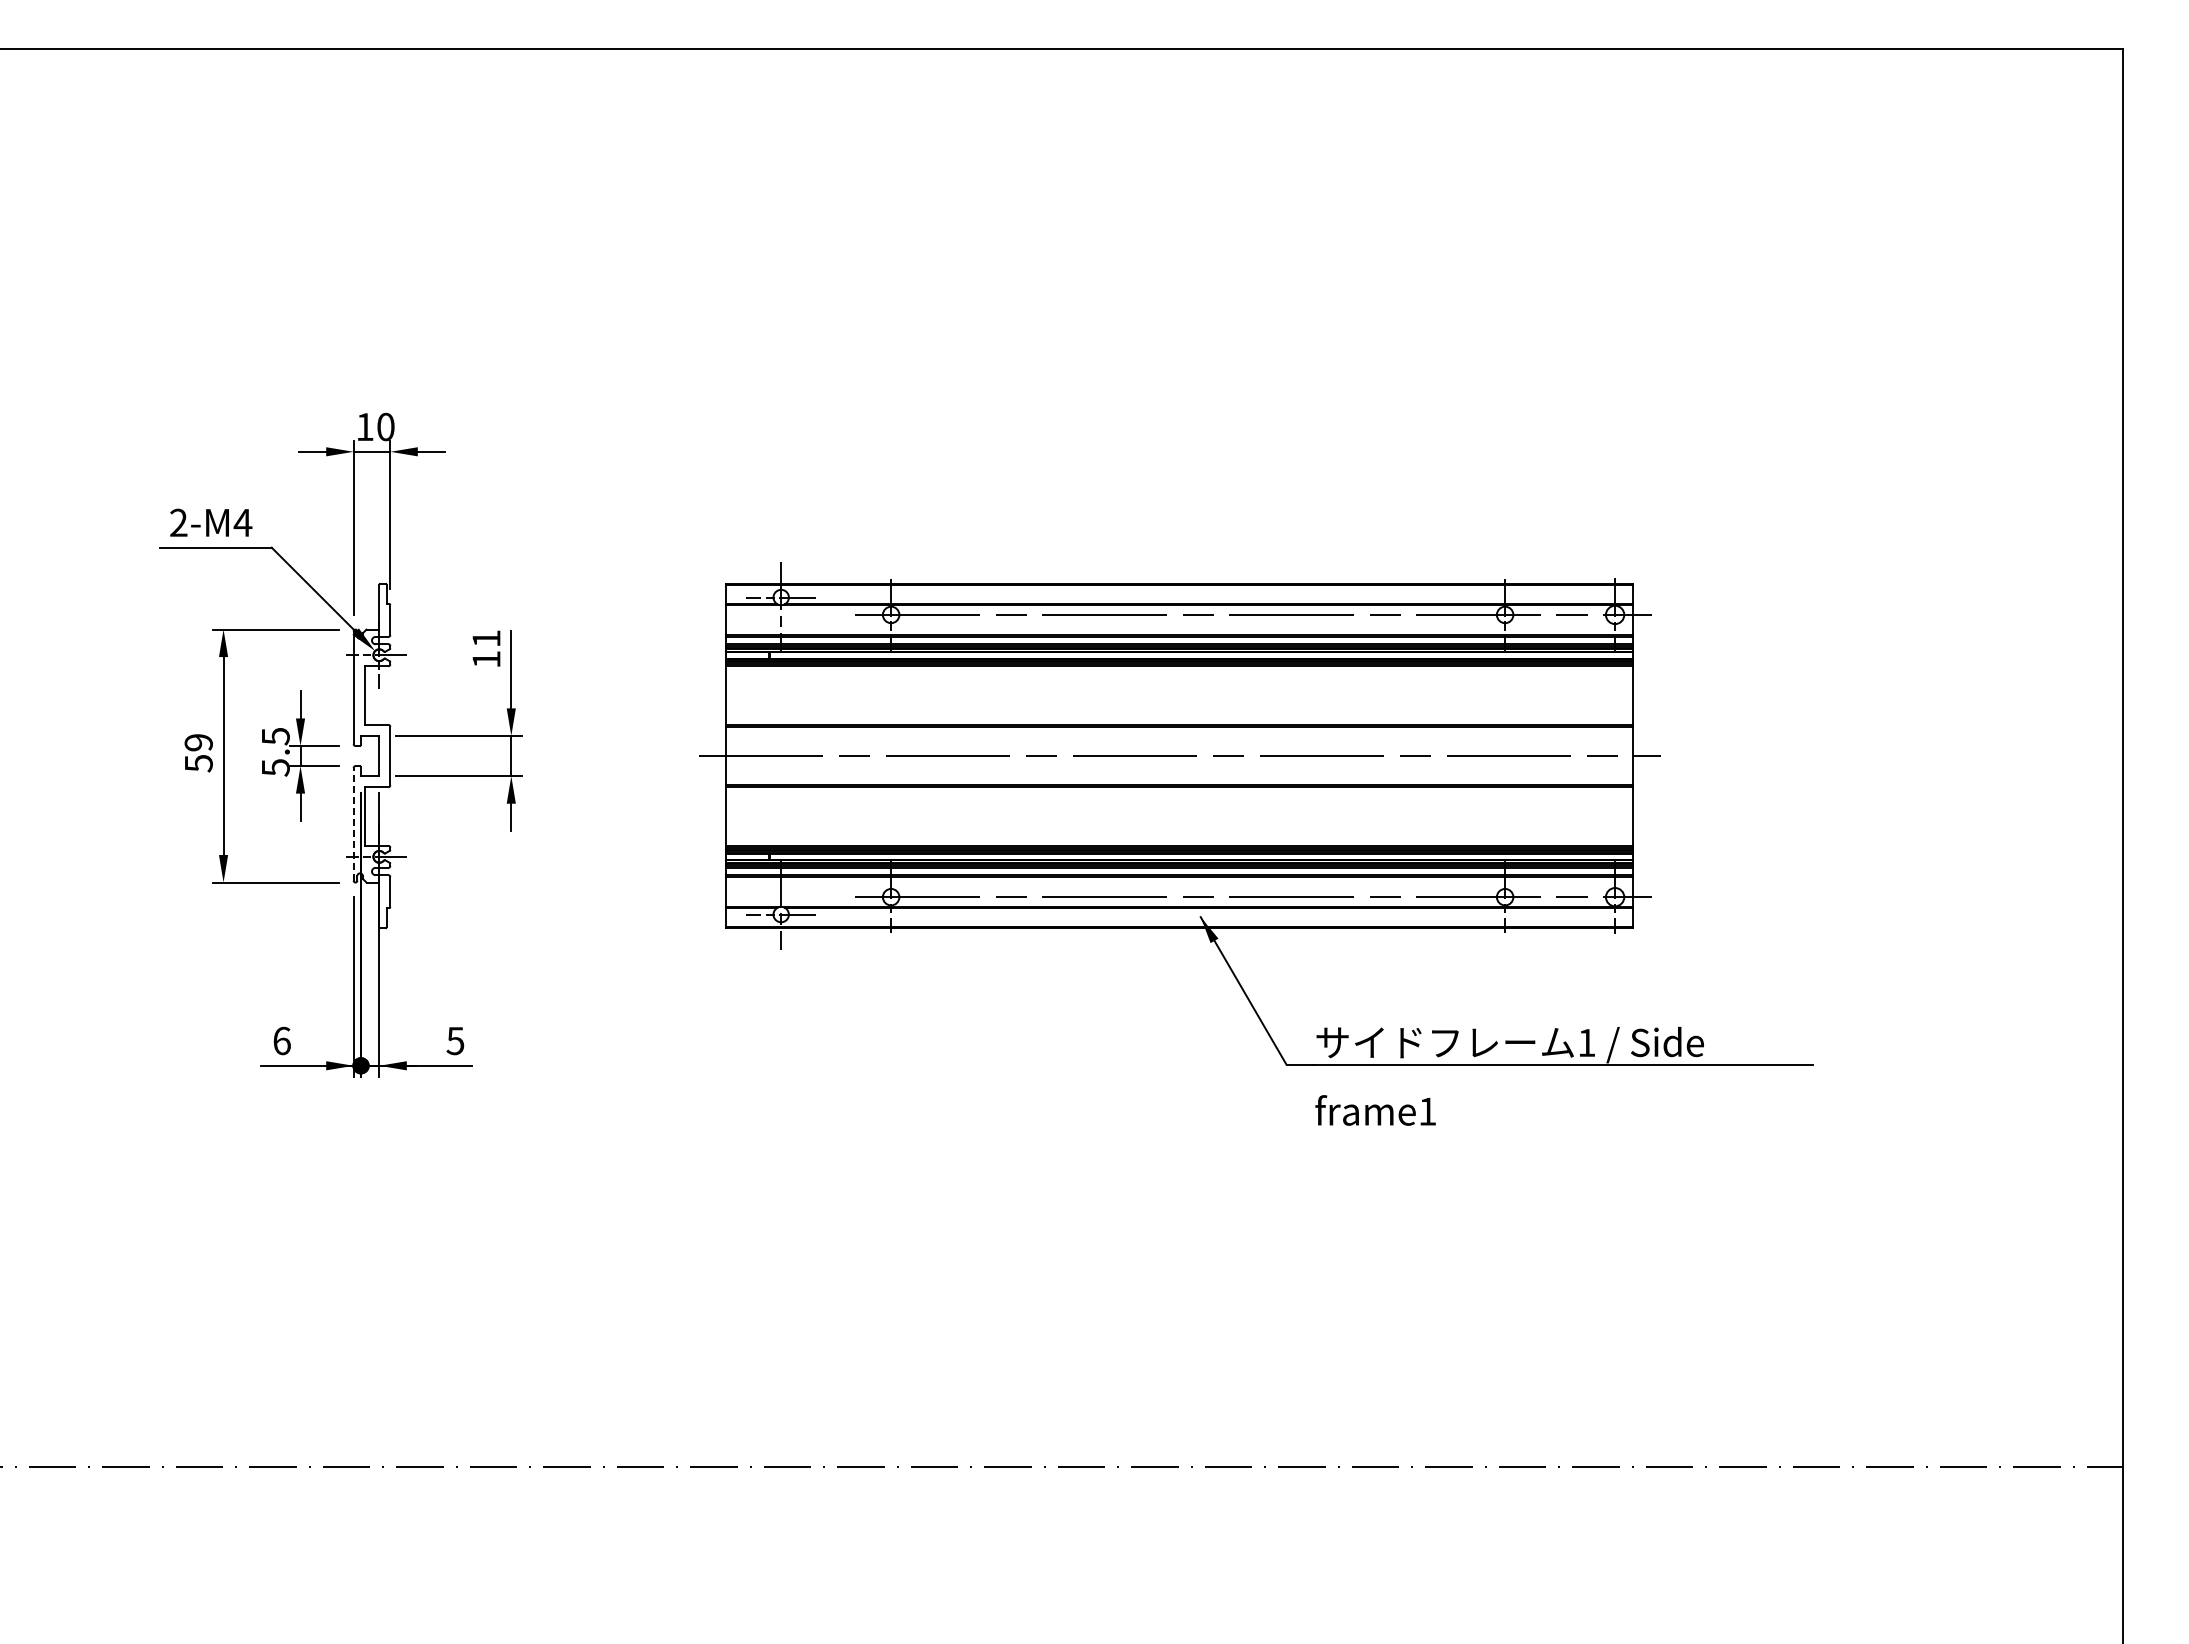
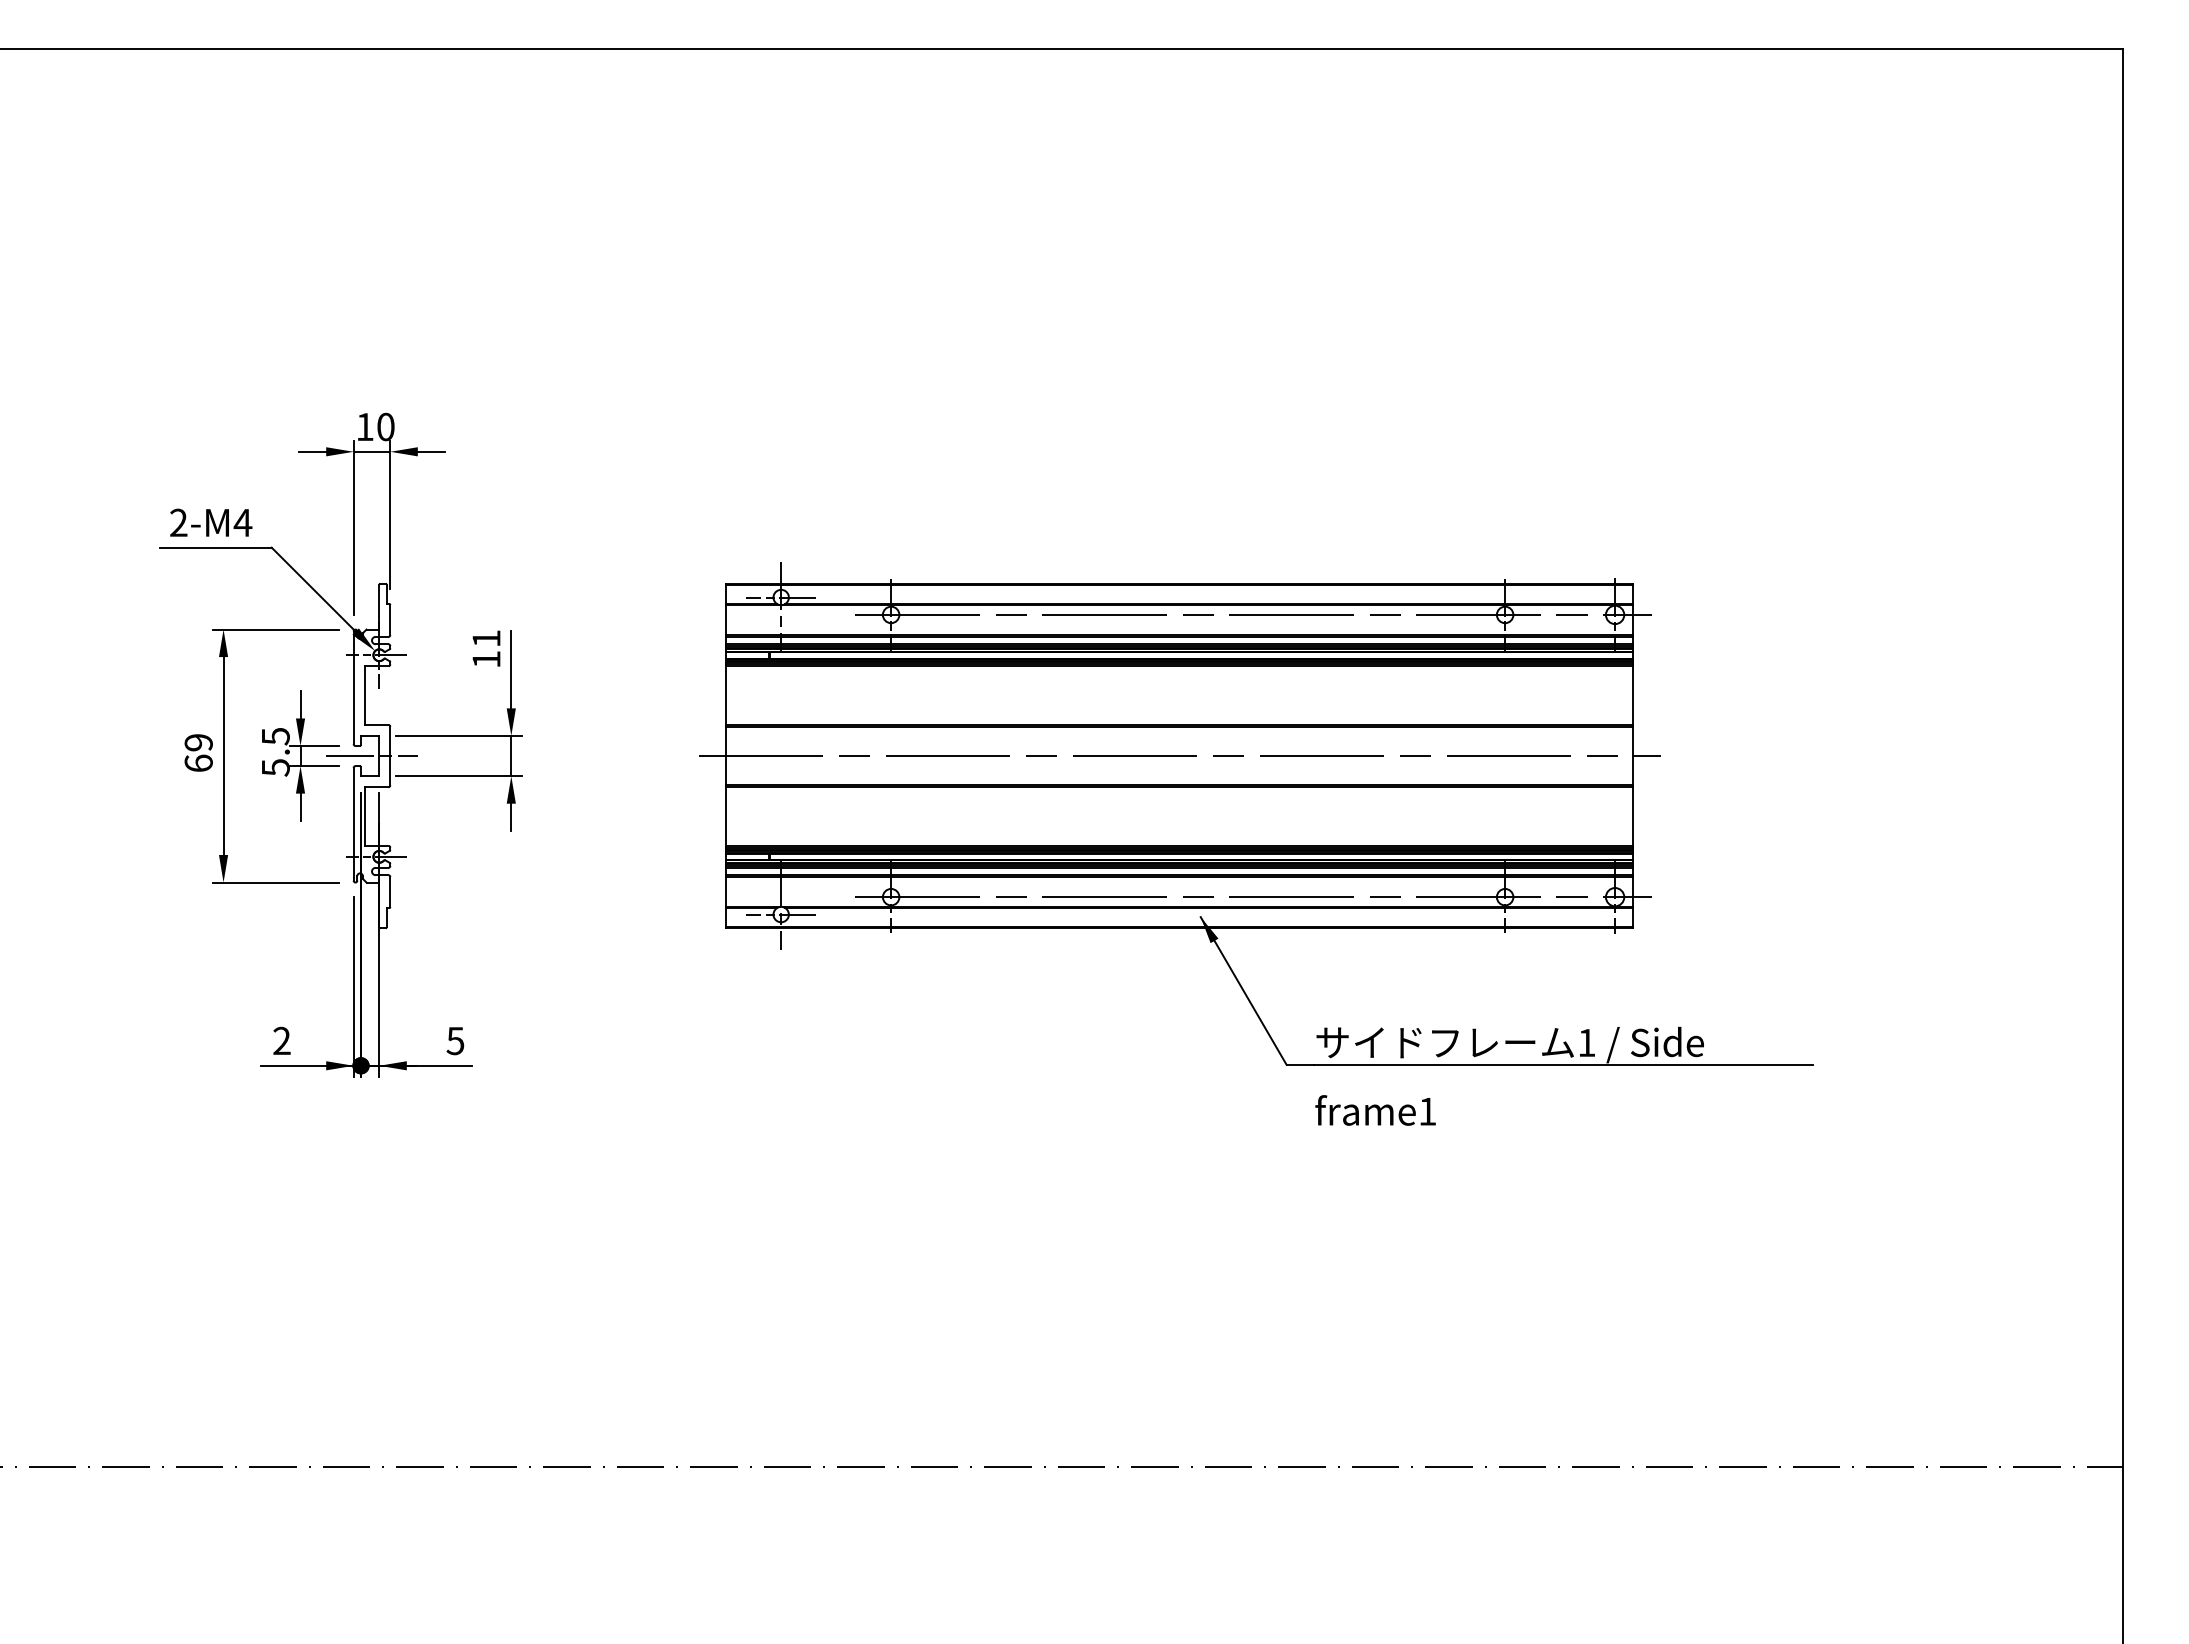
line at (371, 756): none -> present
text at (198, 763): 59 -> 69
line at (353, 823): dashed -> solid
text at (281, 1040): 6 -> 2
